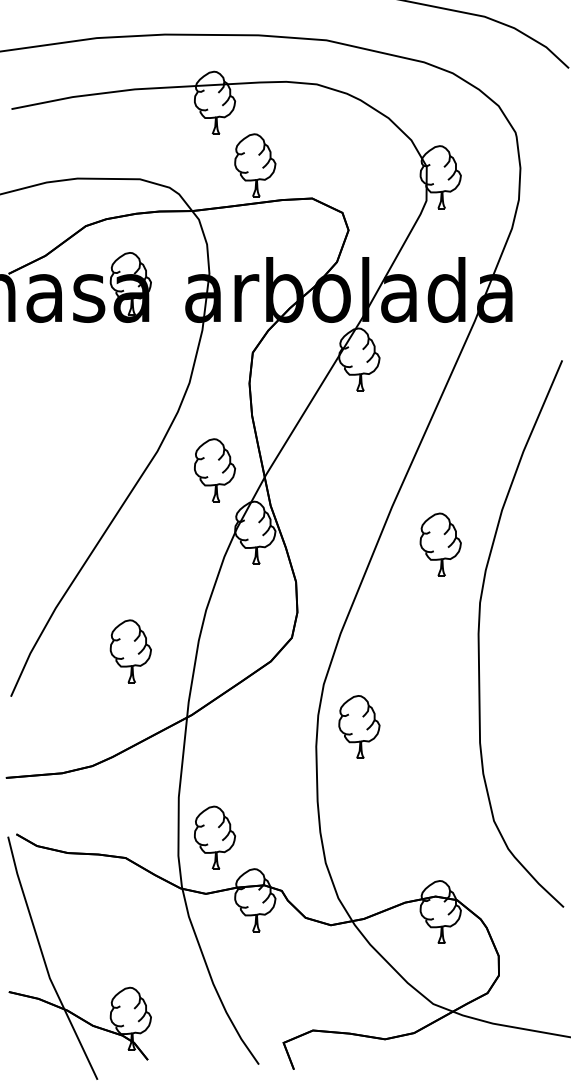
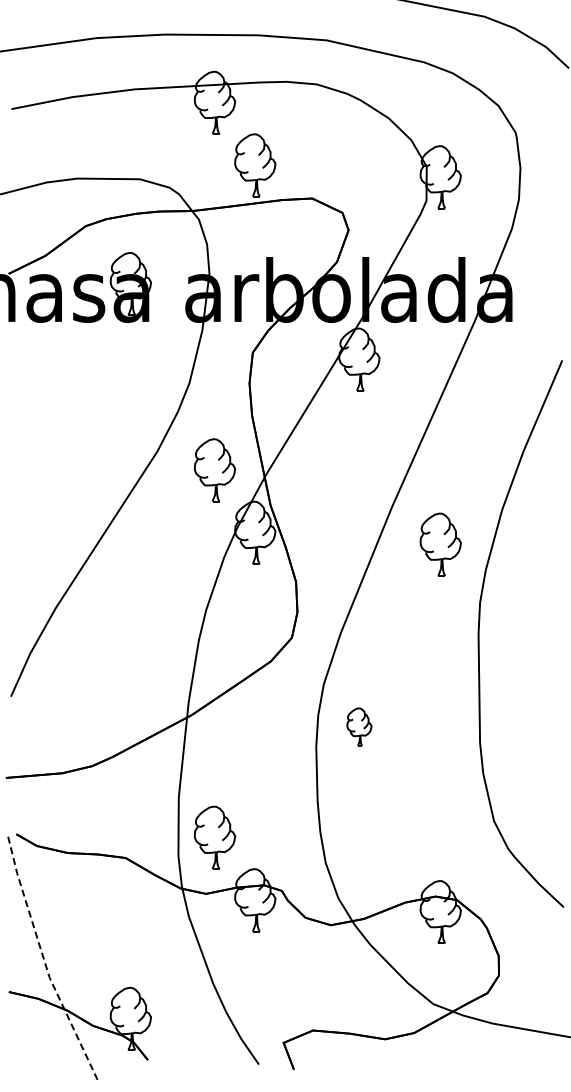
part at (130, 651): present -> none
part at (359, 726) size: 43x64 px -> 27x40 px
line at (44, 961): solid -> dashed
